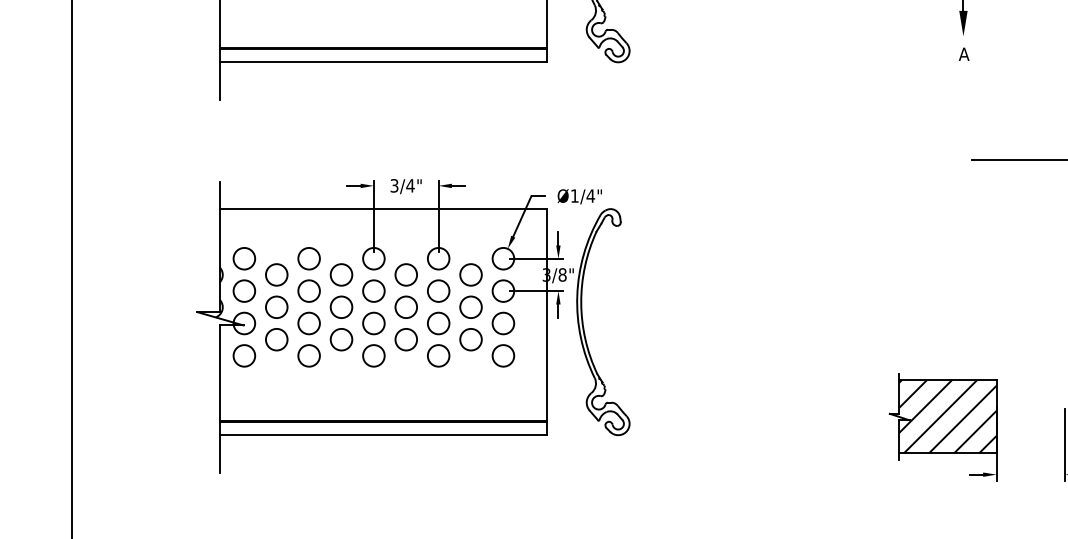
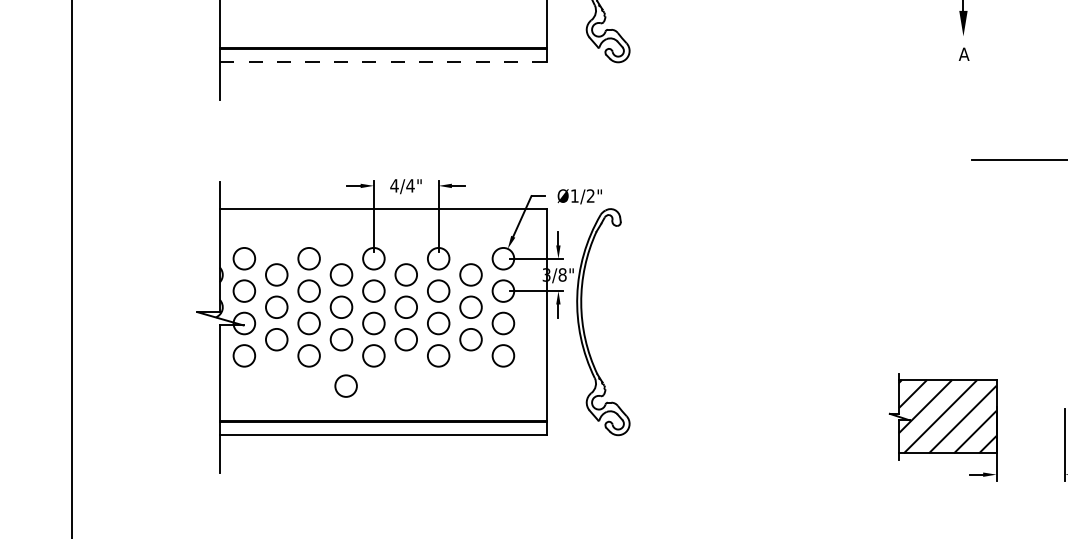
line at (382, 62): solid -> dashed
text at (394, 185): 3/4" -> 4/4"
text at (590, 195): Ø1/4" -> Ø1/2"
circle at (345, 385): none -> present
